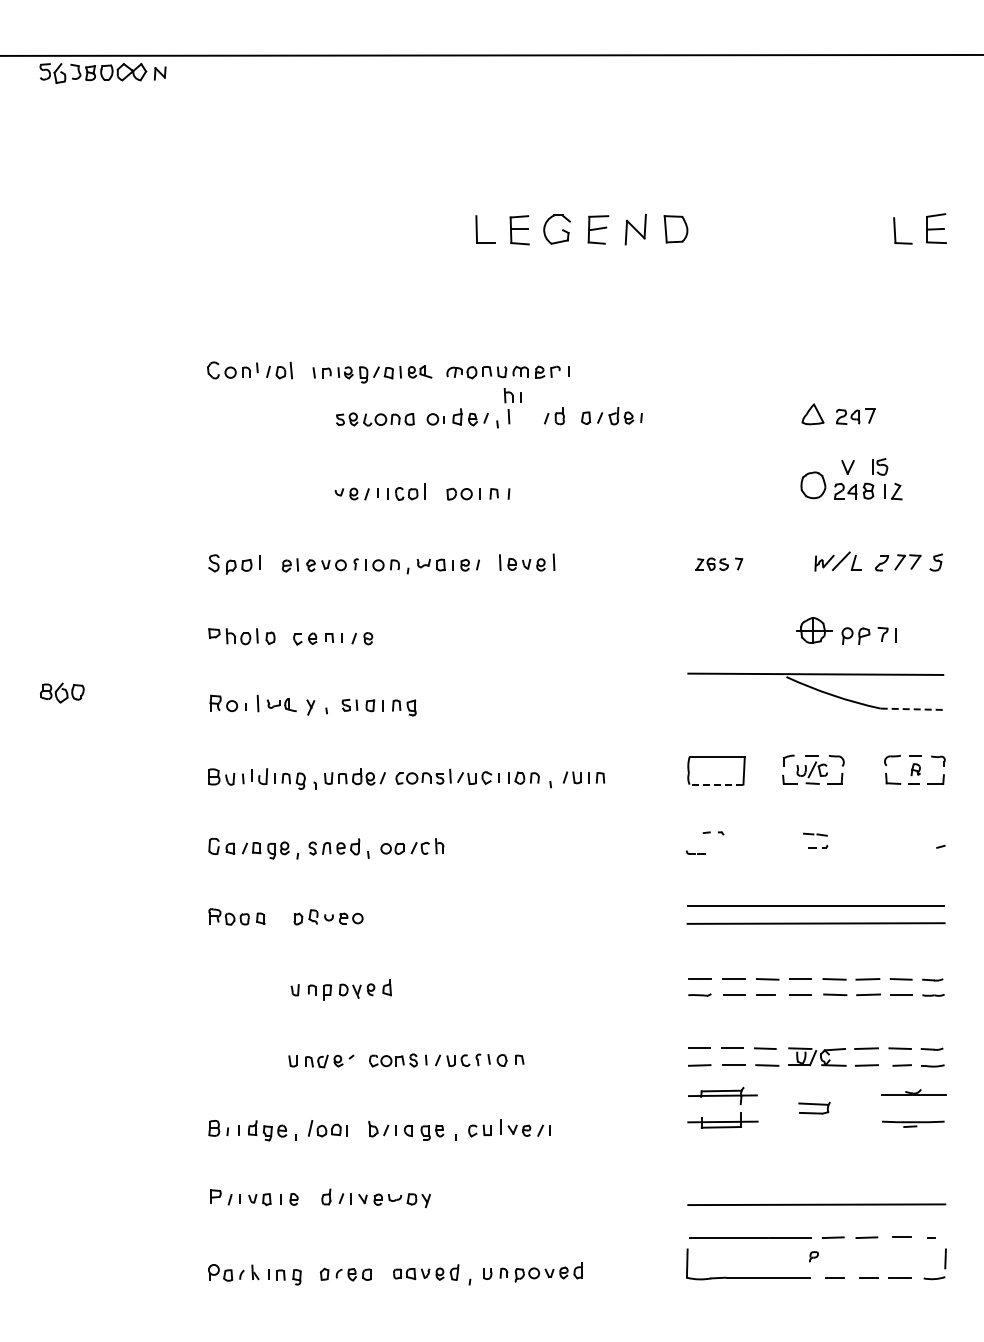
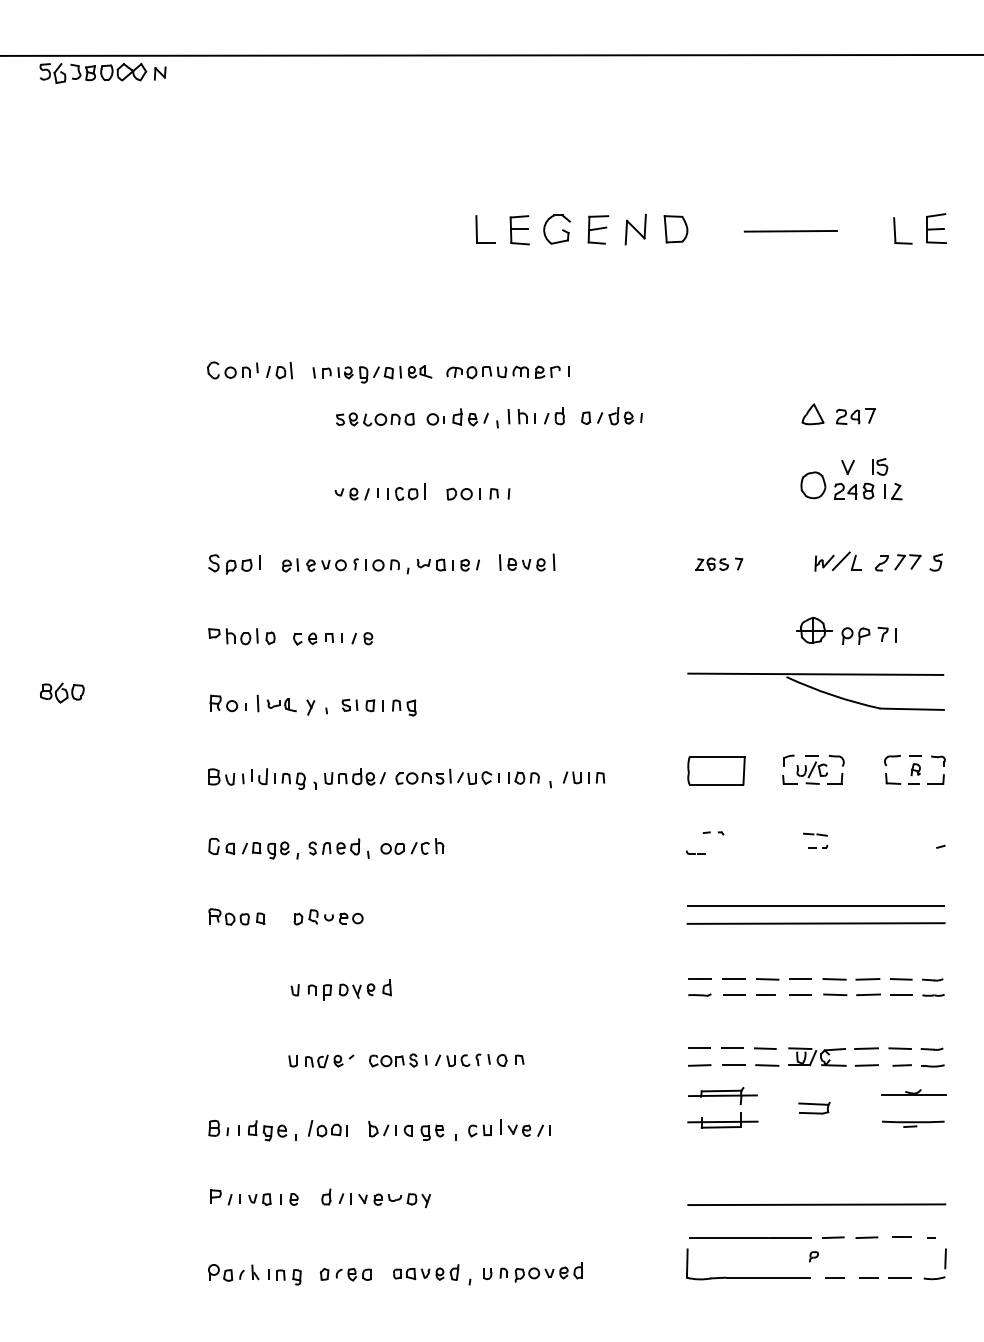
line at (790, 230): none -> present
part at (512, 395) position: (512, 395) -> (526, 416)
line at (912, 709): dashed -> solid
line at (716, 784): dashed -> solid
